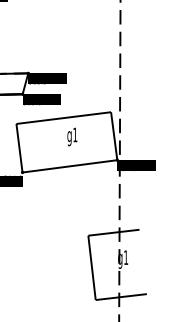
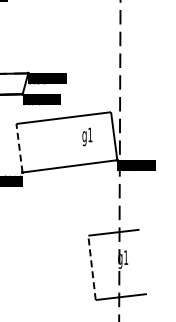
text at (72, 136) position: (72, 136) -> (87, 136)
line at (19, 147): solid -> dashed
line at (91, 267): solid -> dashed
